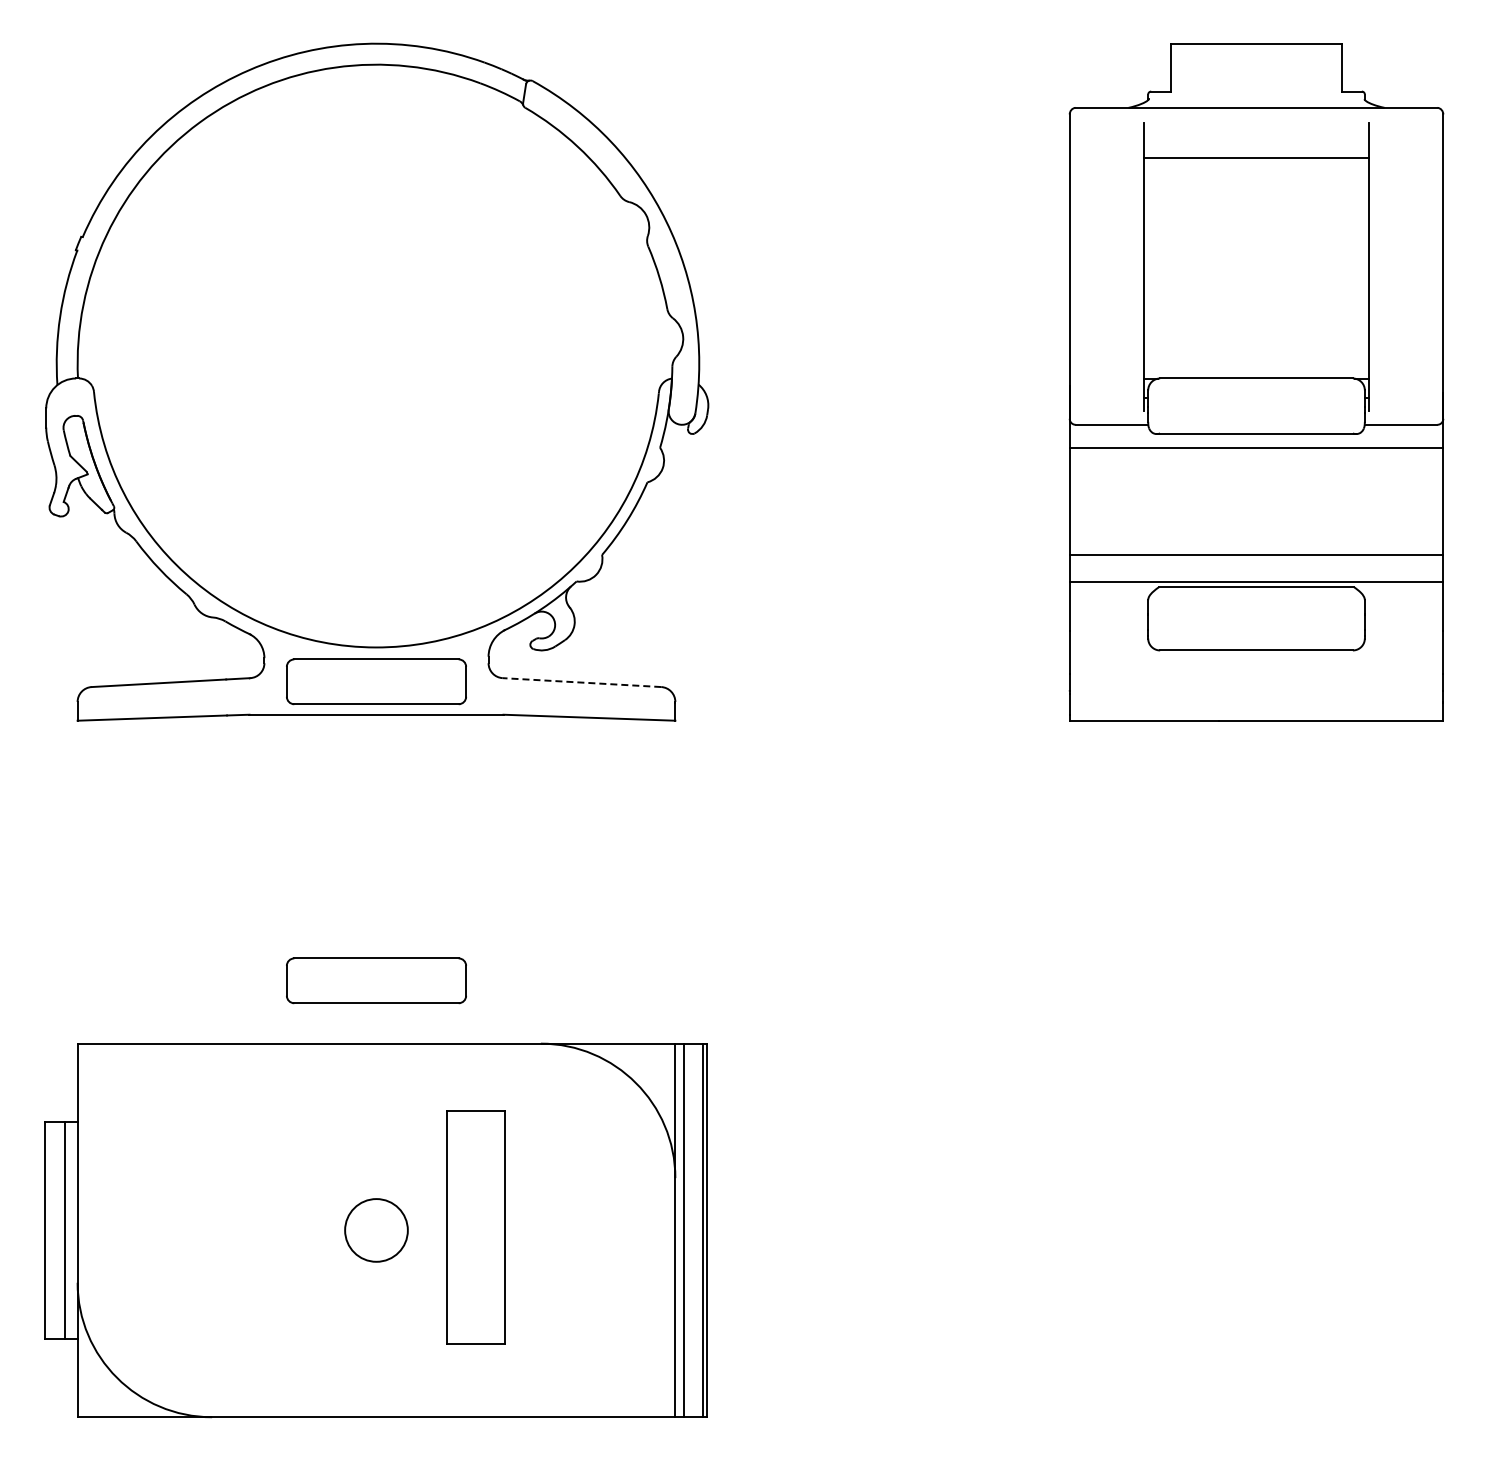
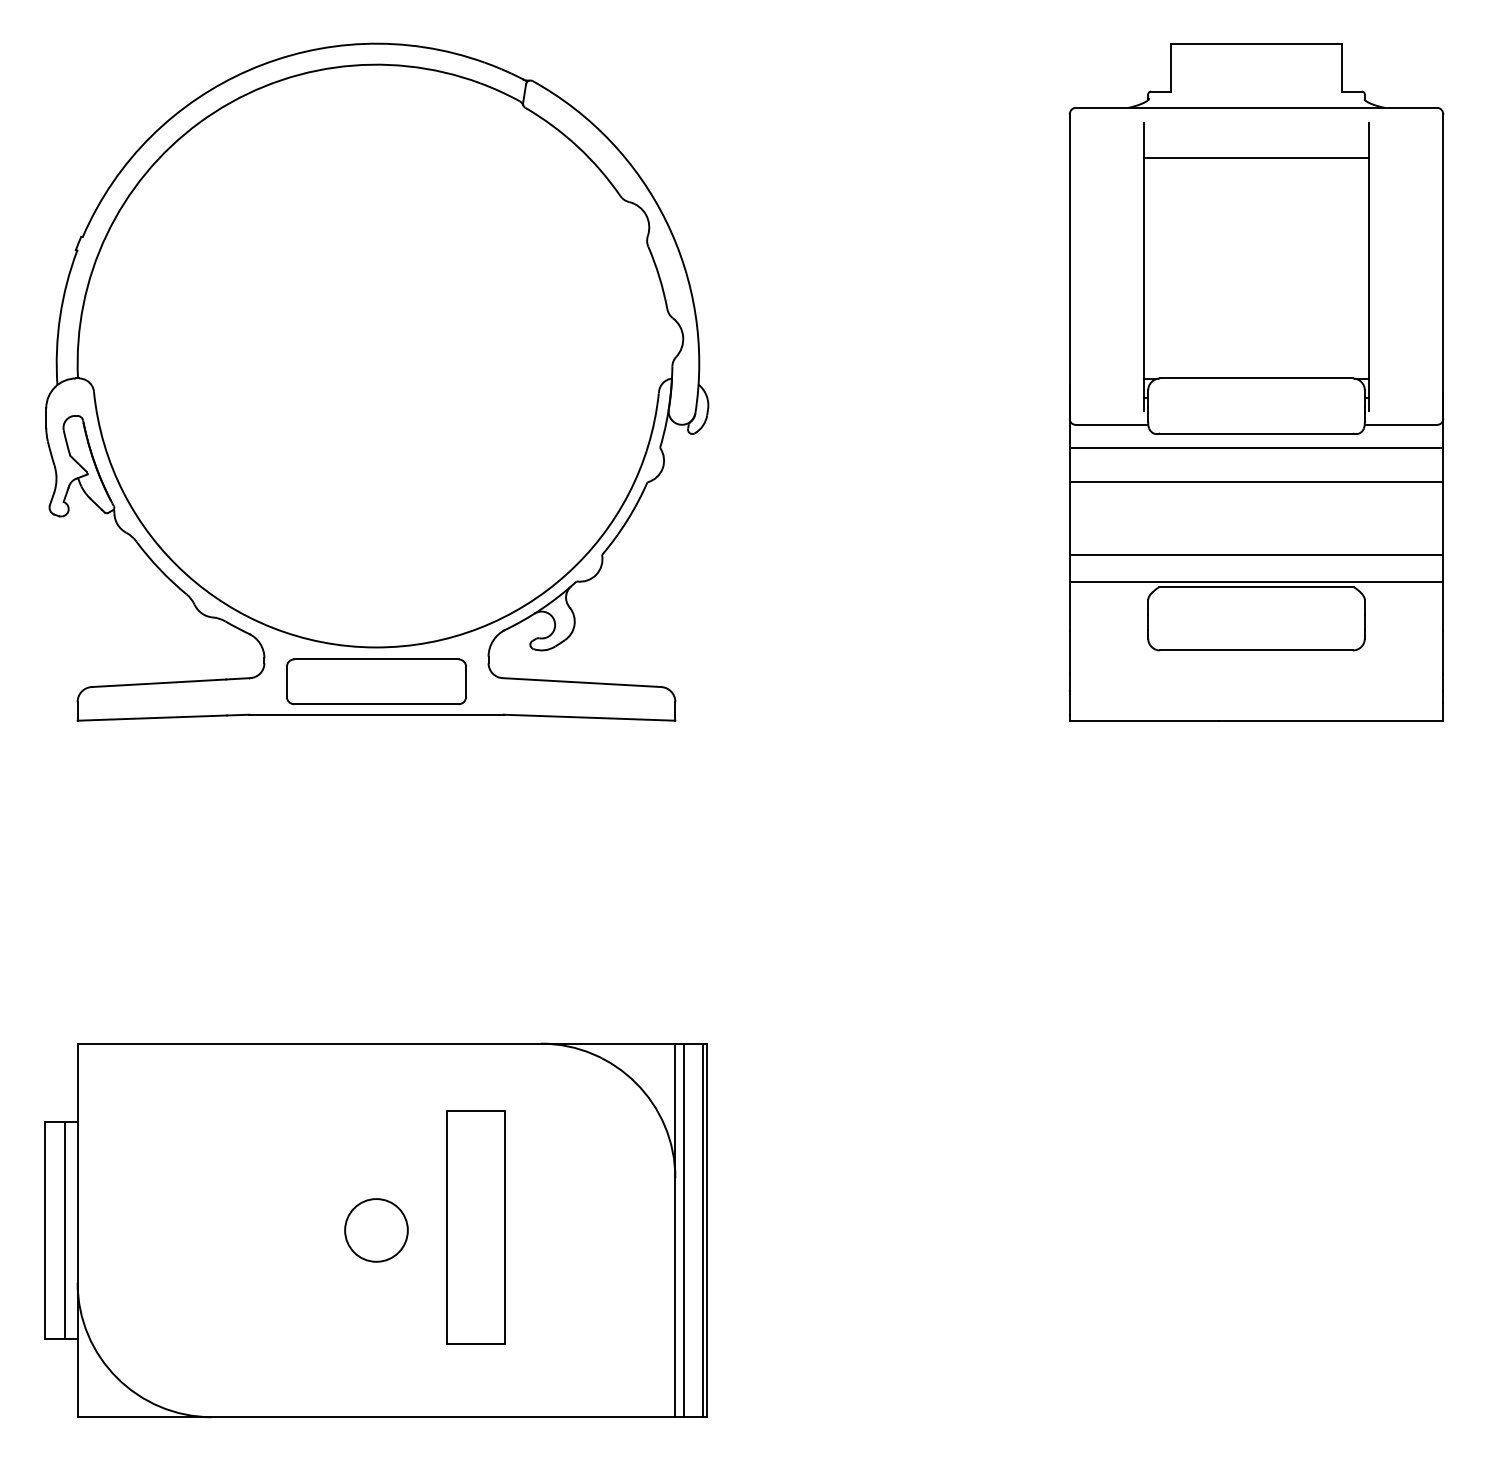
line at (1256, 482): none -> present
line at (581, 682): dashed -> solid
part at (376, 980): present -> none
